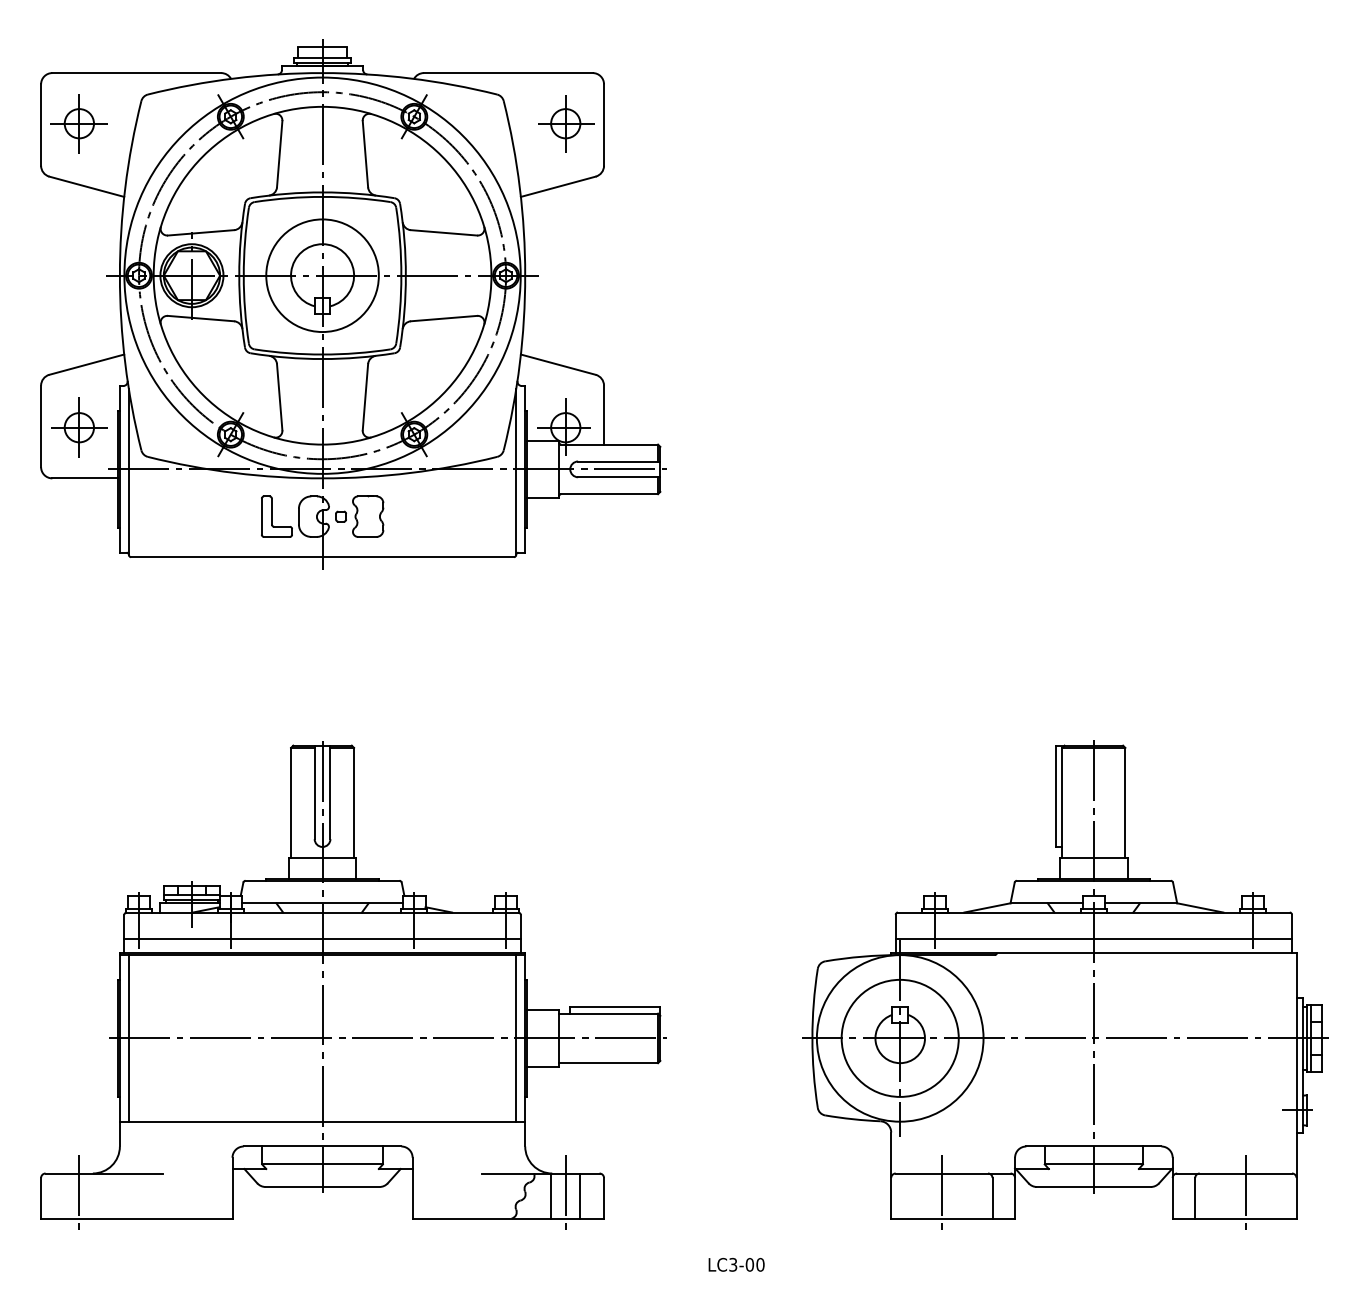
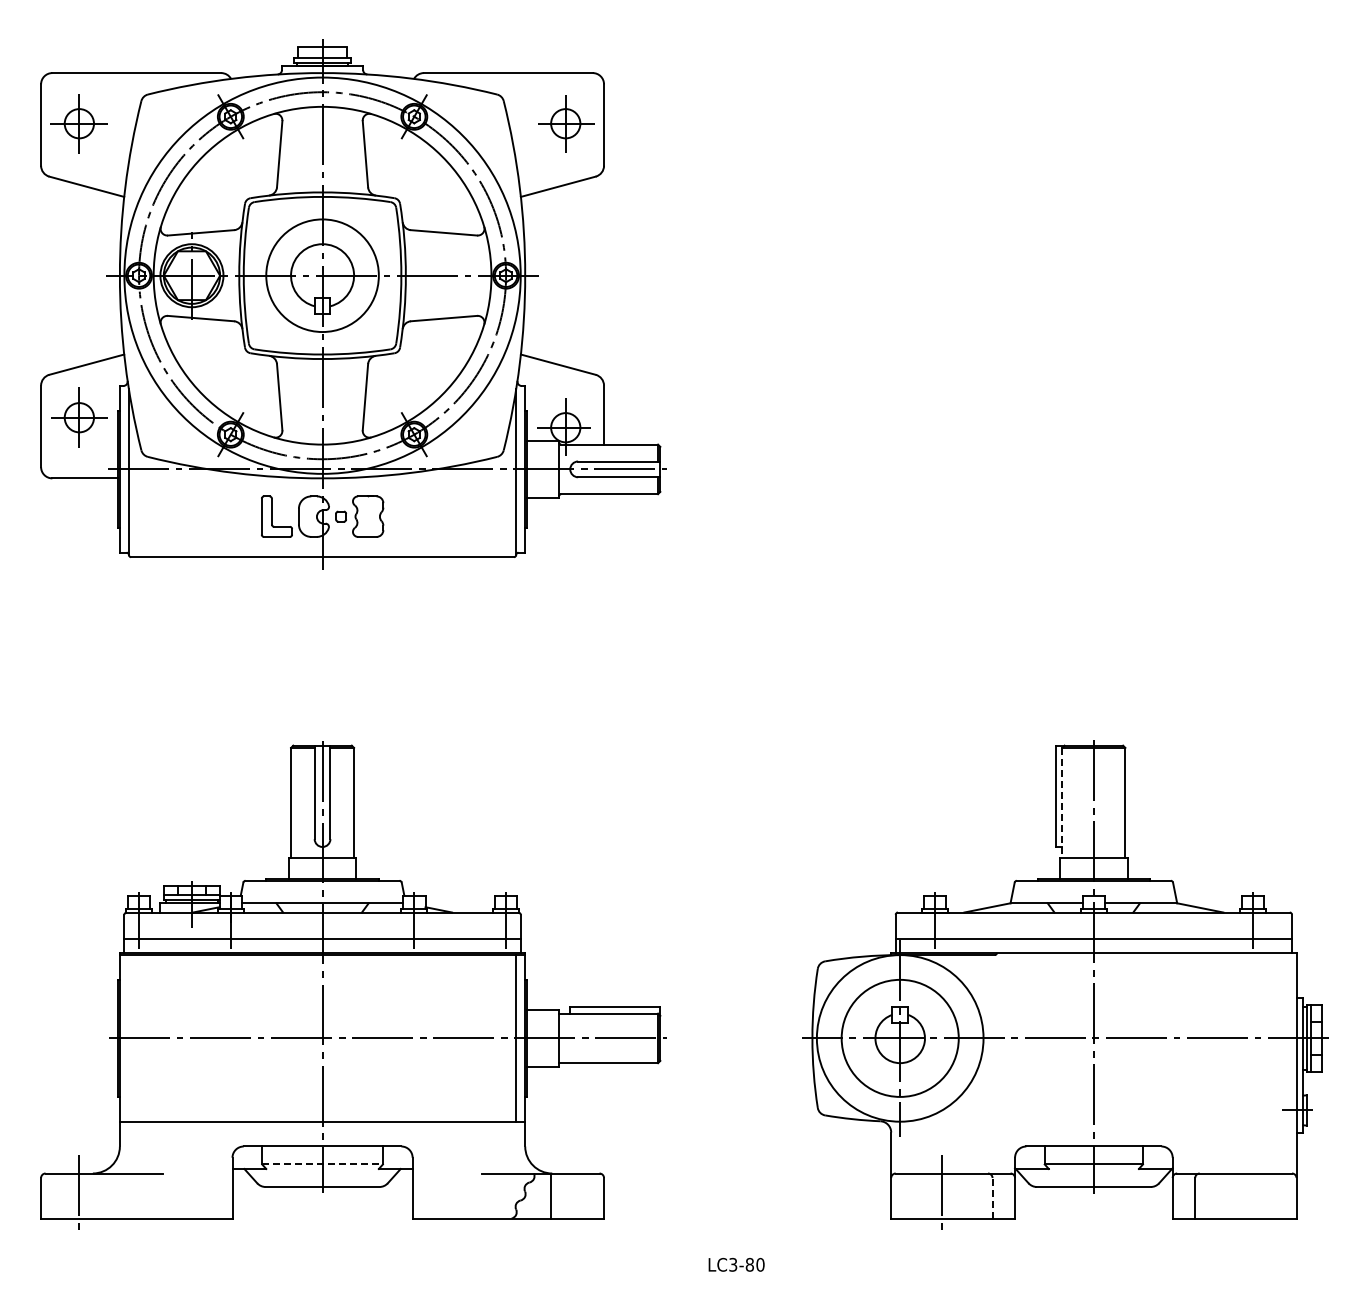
part at (79, 427) position: (79, 427) -> (79, 417)
line at (1062, 803): solid -> dashed
line at (128, 1038): present -> none
line at (323, 1164): solid -> dashed
line at (565, 1195): present -> none
line at (580, 1195): present -> none
line at (1245, 1195): present -> none
line at (992, 1197): solid -> dashed
text at (749, 1264): LC3-00 -> LC3-80
